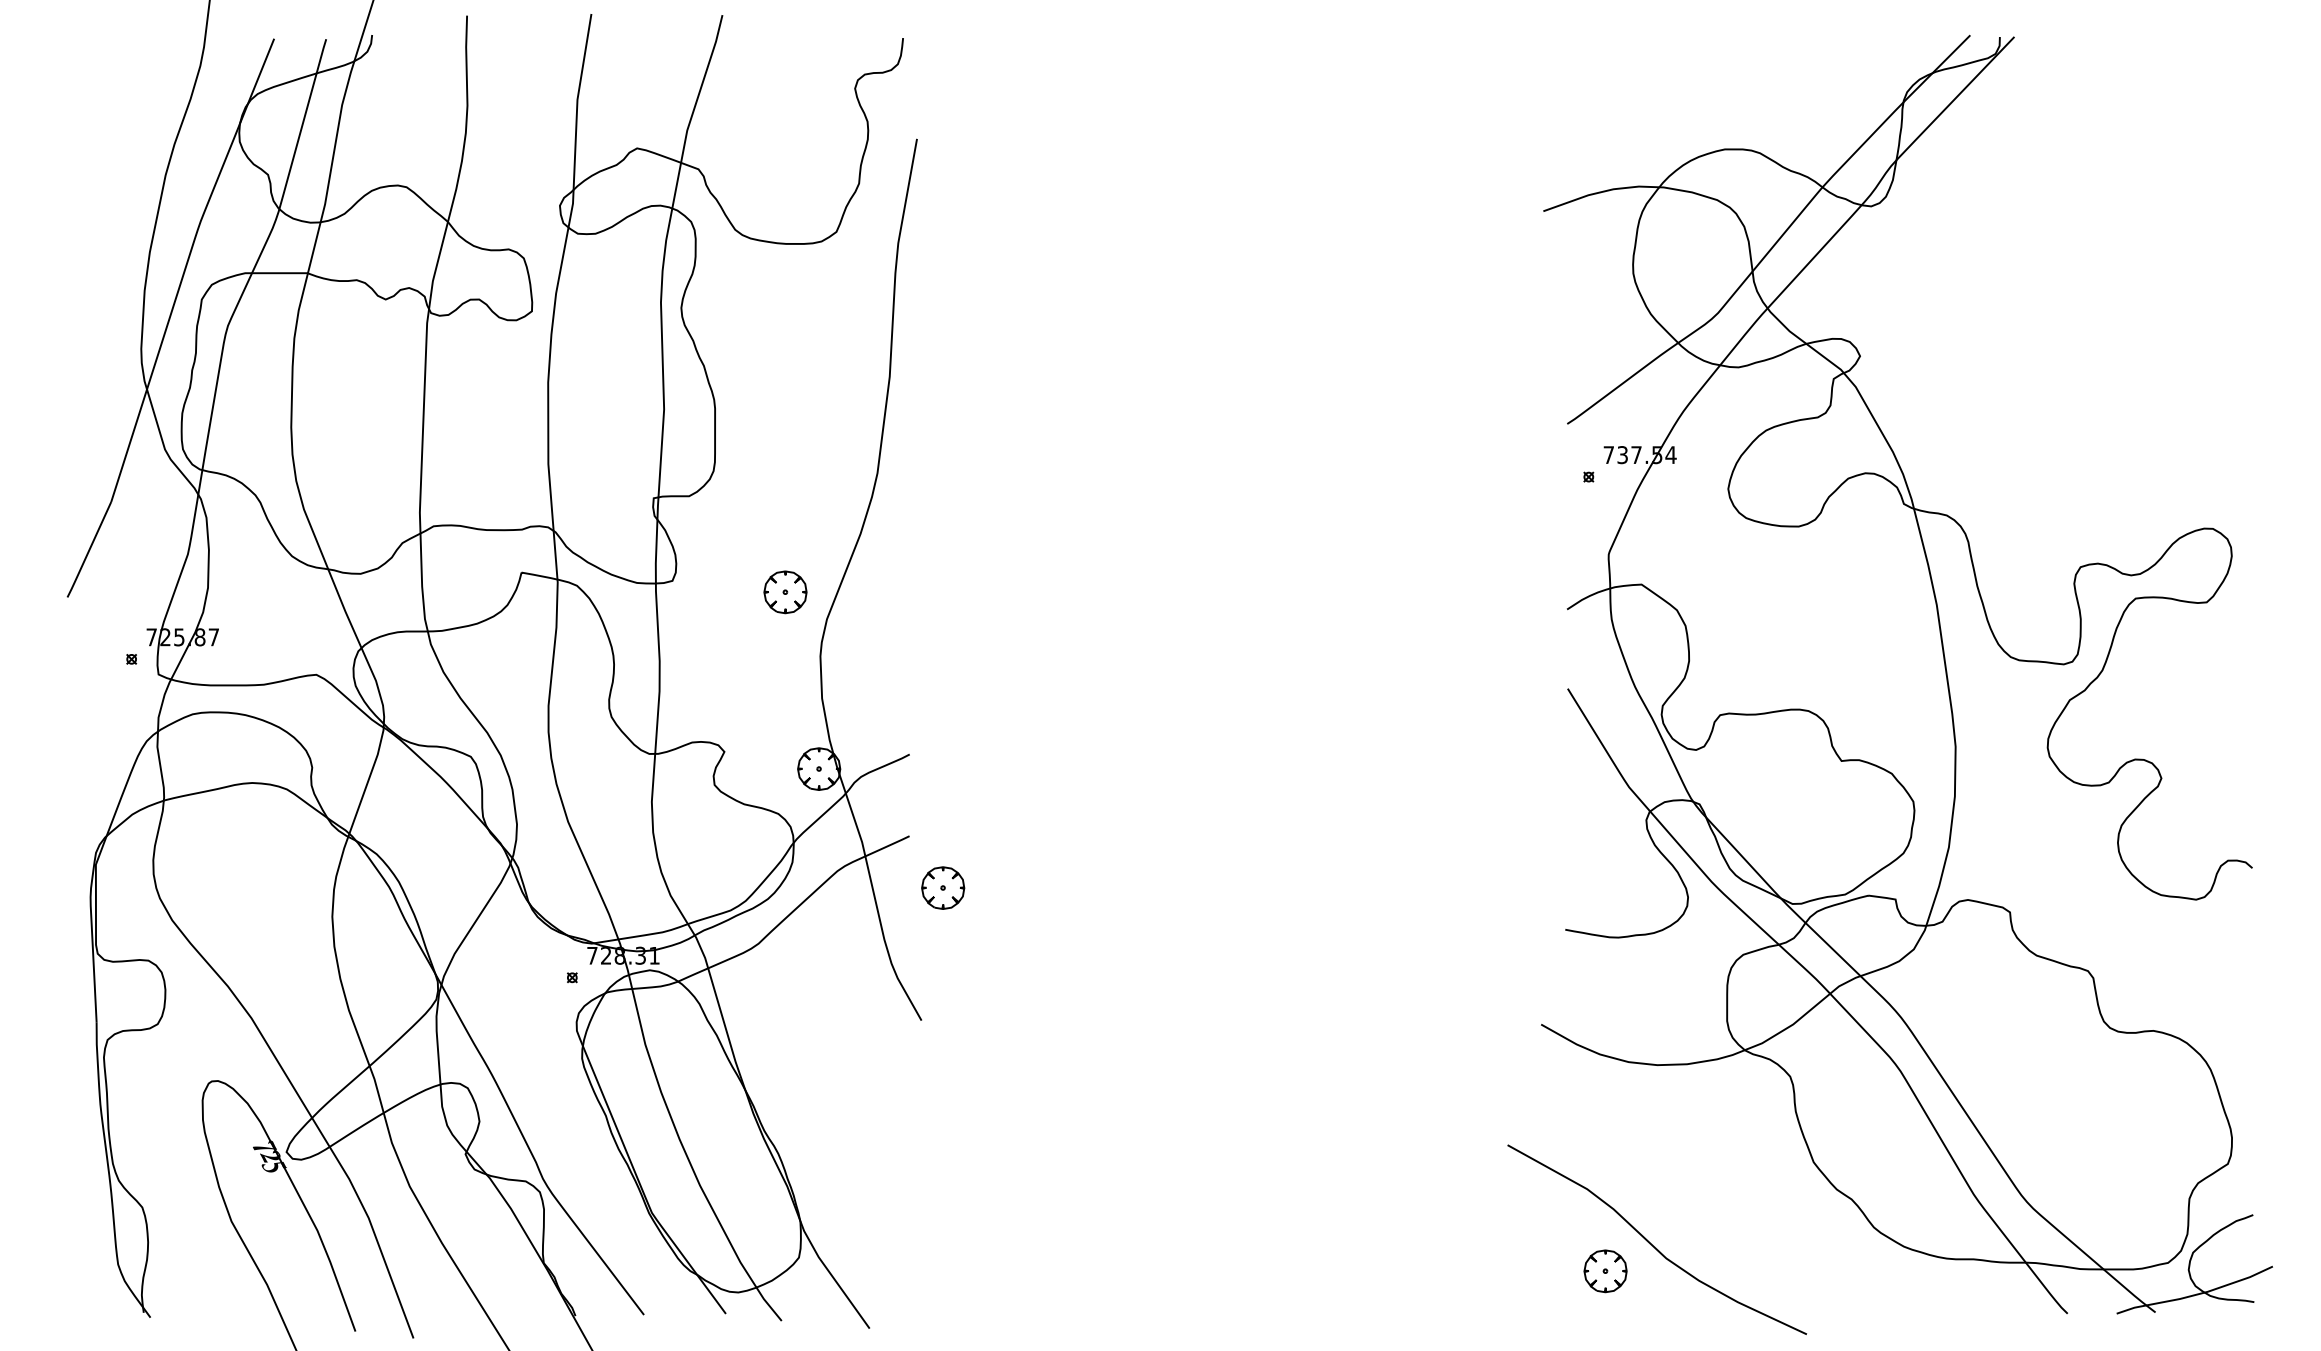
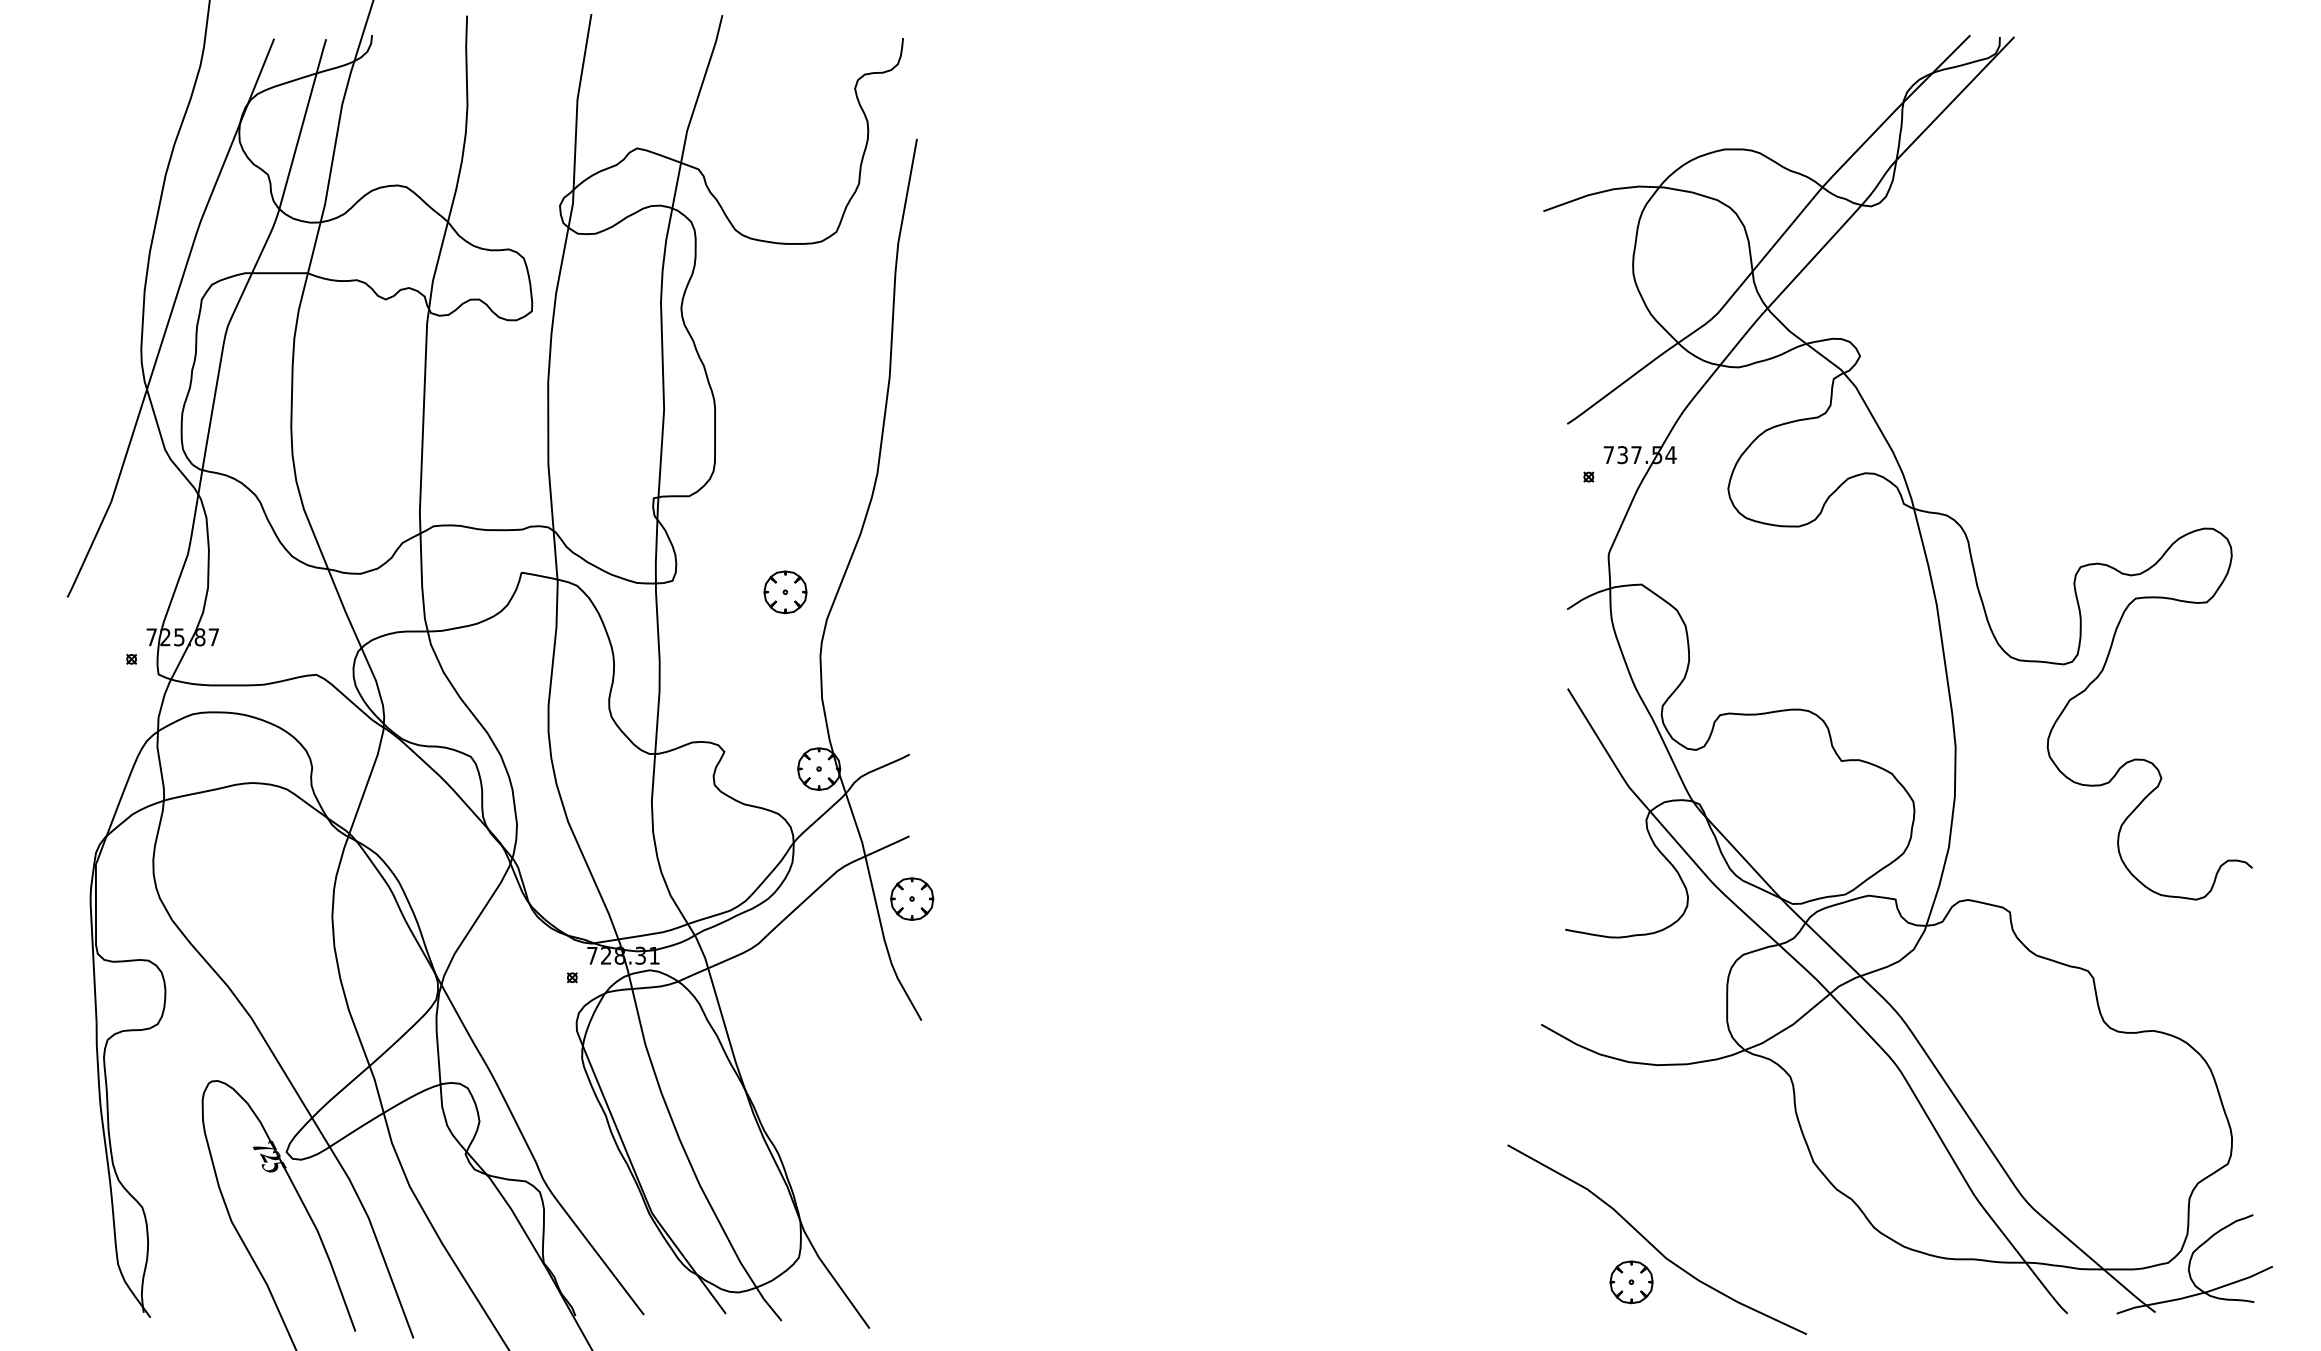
part at (943, 887) position: (943, 887) -> (912, 898)
part at (1605, 1271) position: (1605, 1271) -> (1631, 1282)
